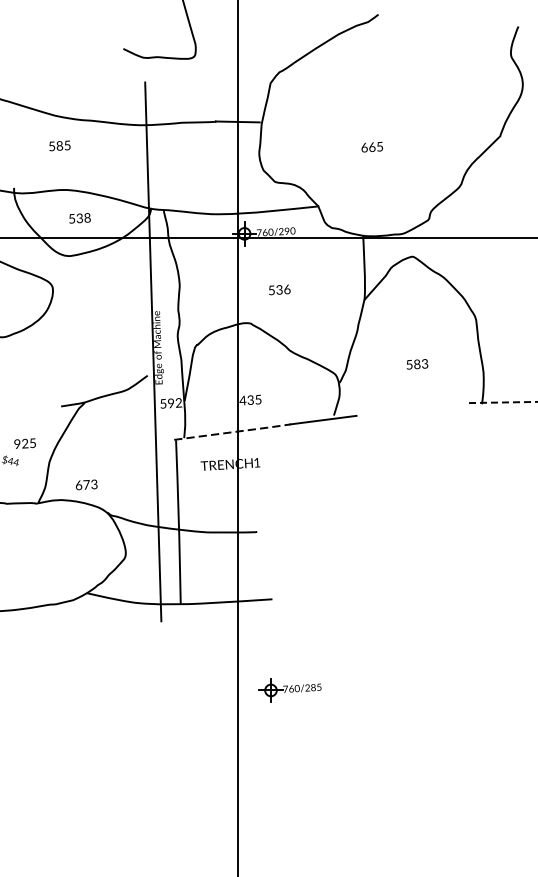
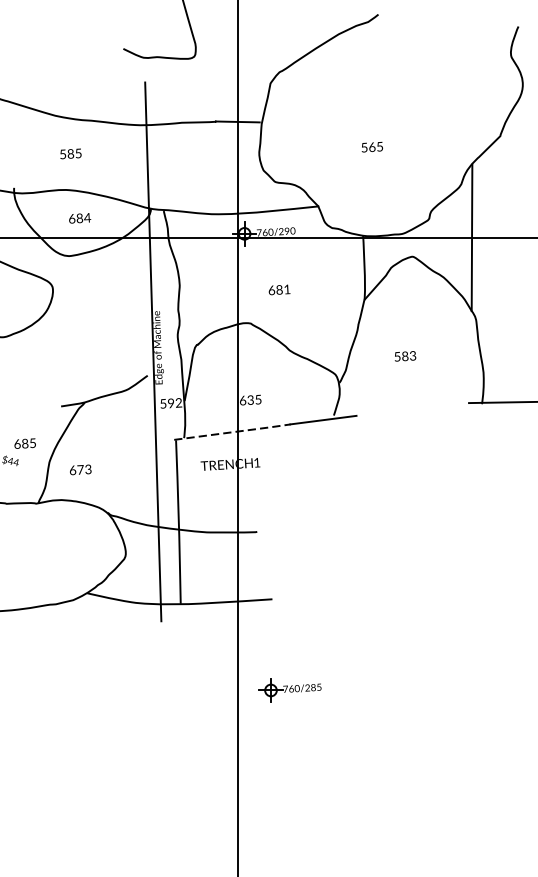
text at (59, 145) position: (59, 145) -> (70, 153)
text at (364, 147): 665 -> 565
text at (80, 218): 538 -> 684
line at (471, 237): none -> present
text at (279, 289): 536 -> 681
text at (417, 364) position: (417, 364) -> (405, 356)
text at (242, 400): 435 -> 635
line at (503, 402): dashed -> solid
text at (21, 443): 925 -> 685
text at (86, 484) position: (86, 484) -> (80, 469)
